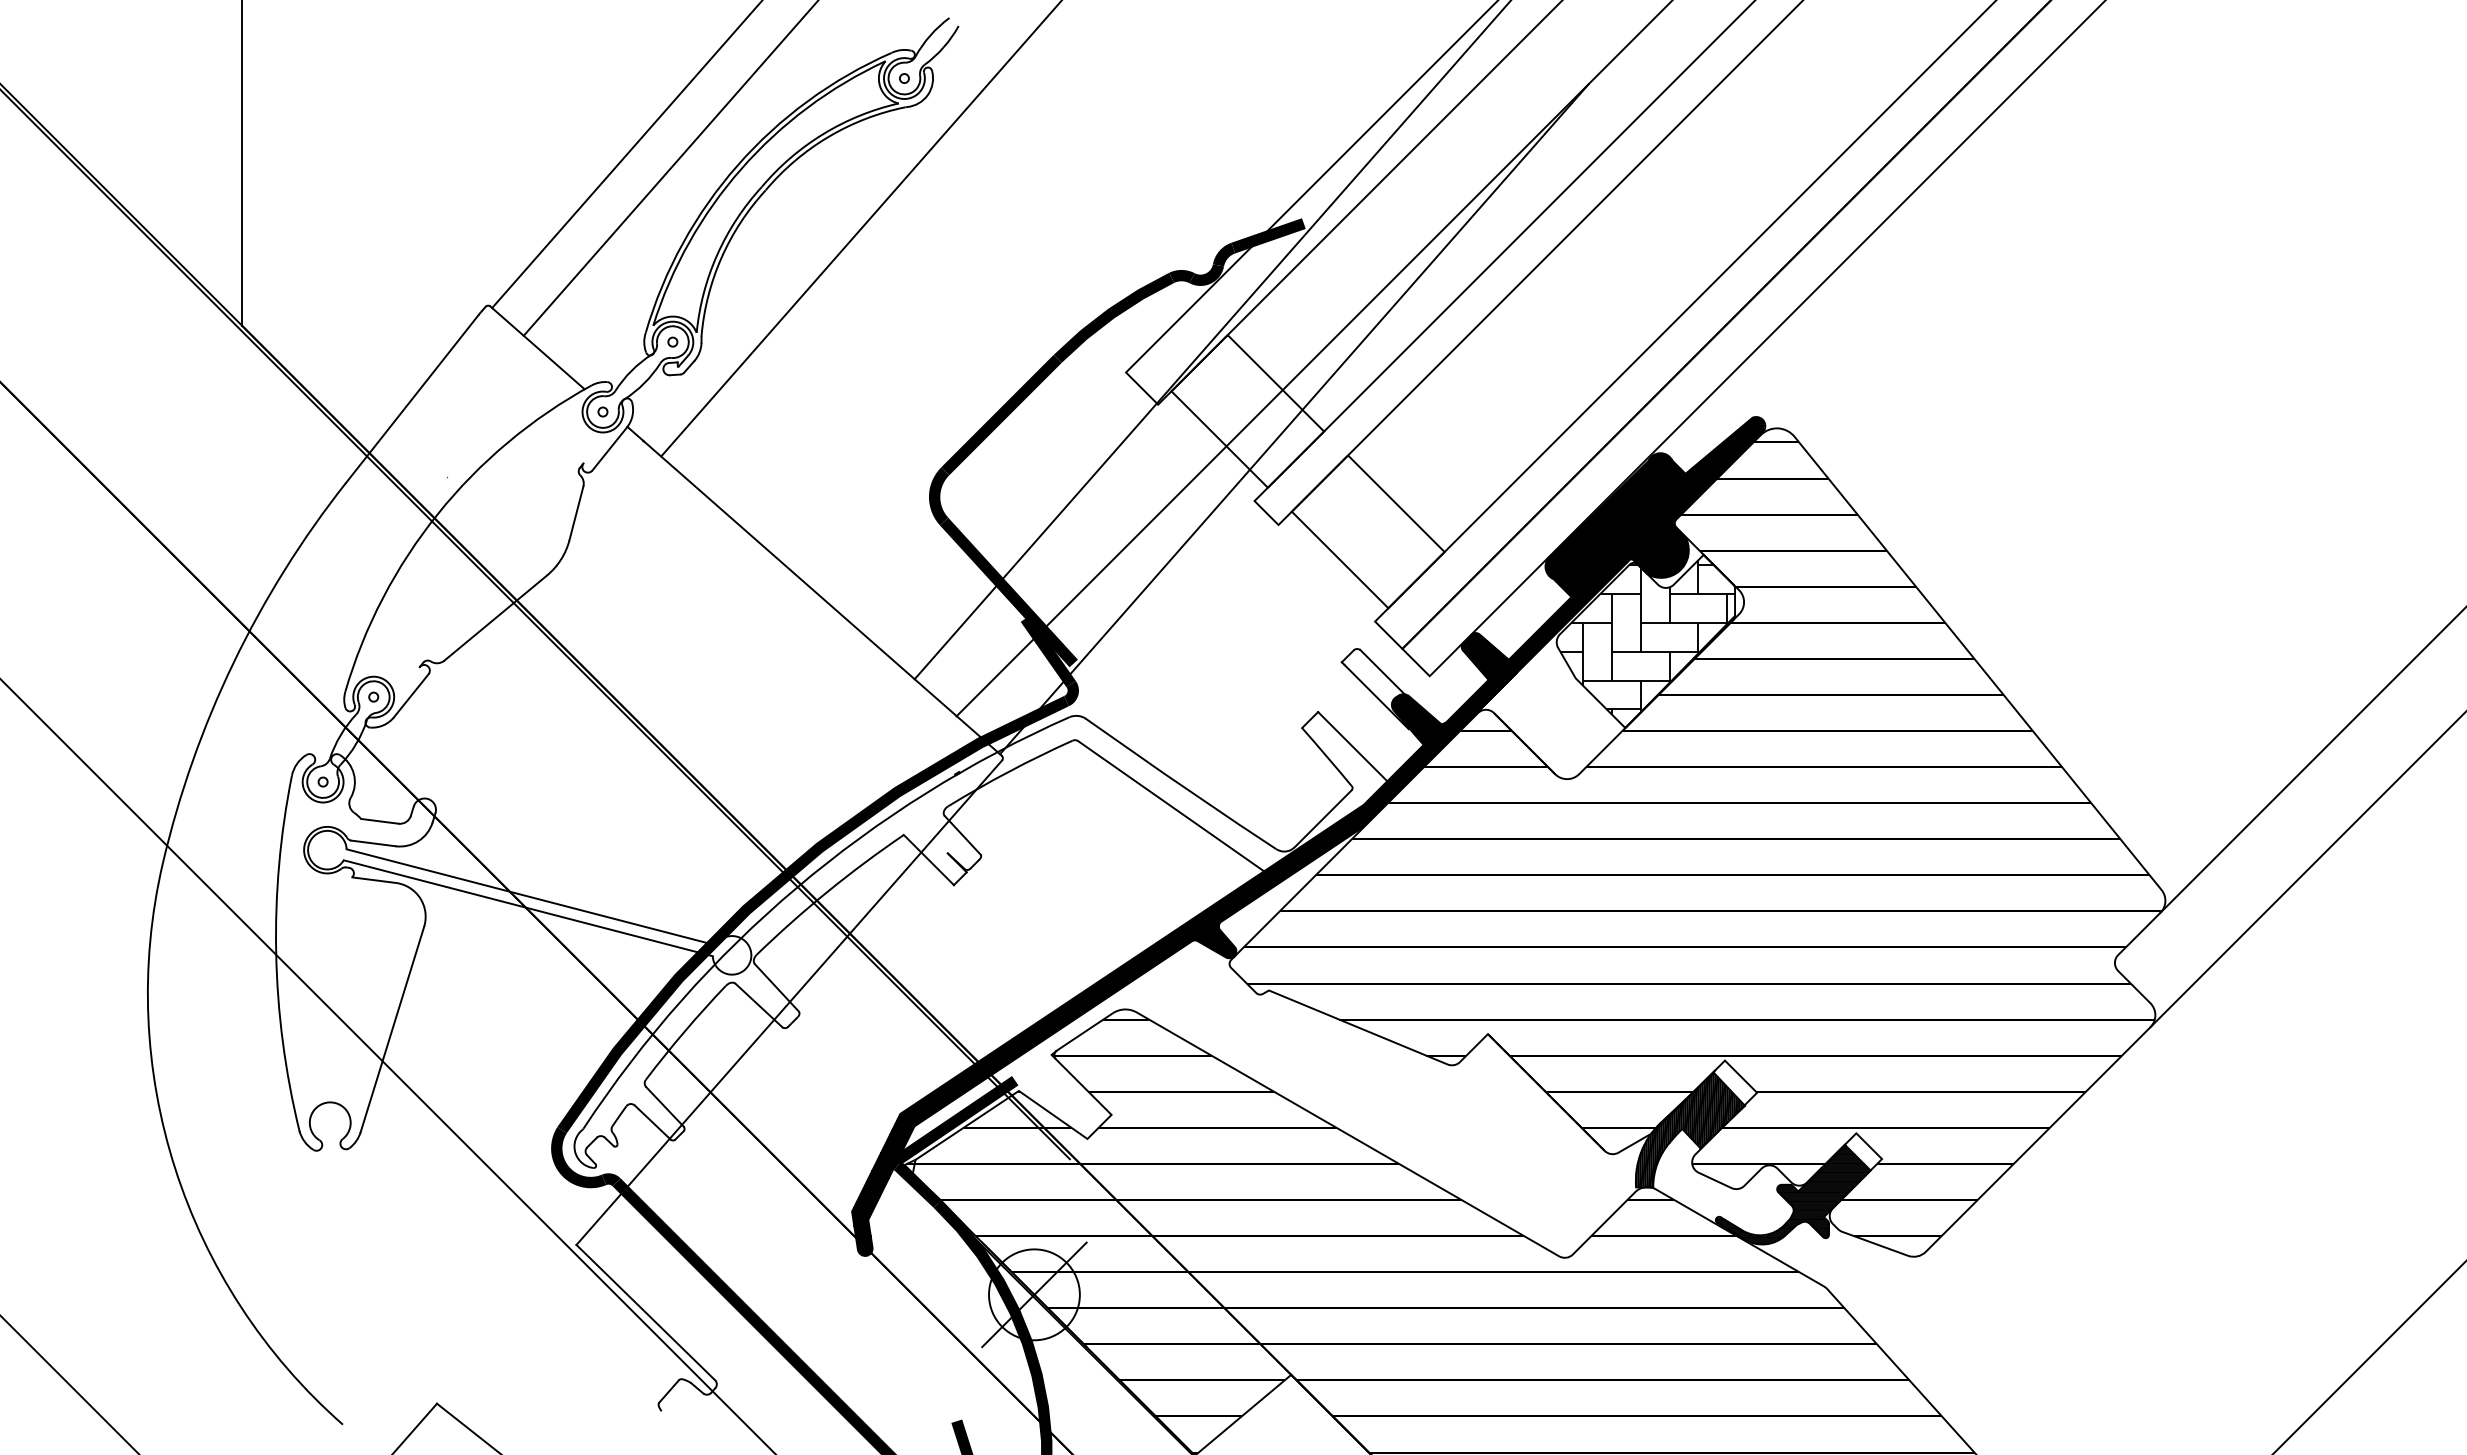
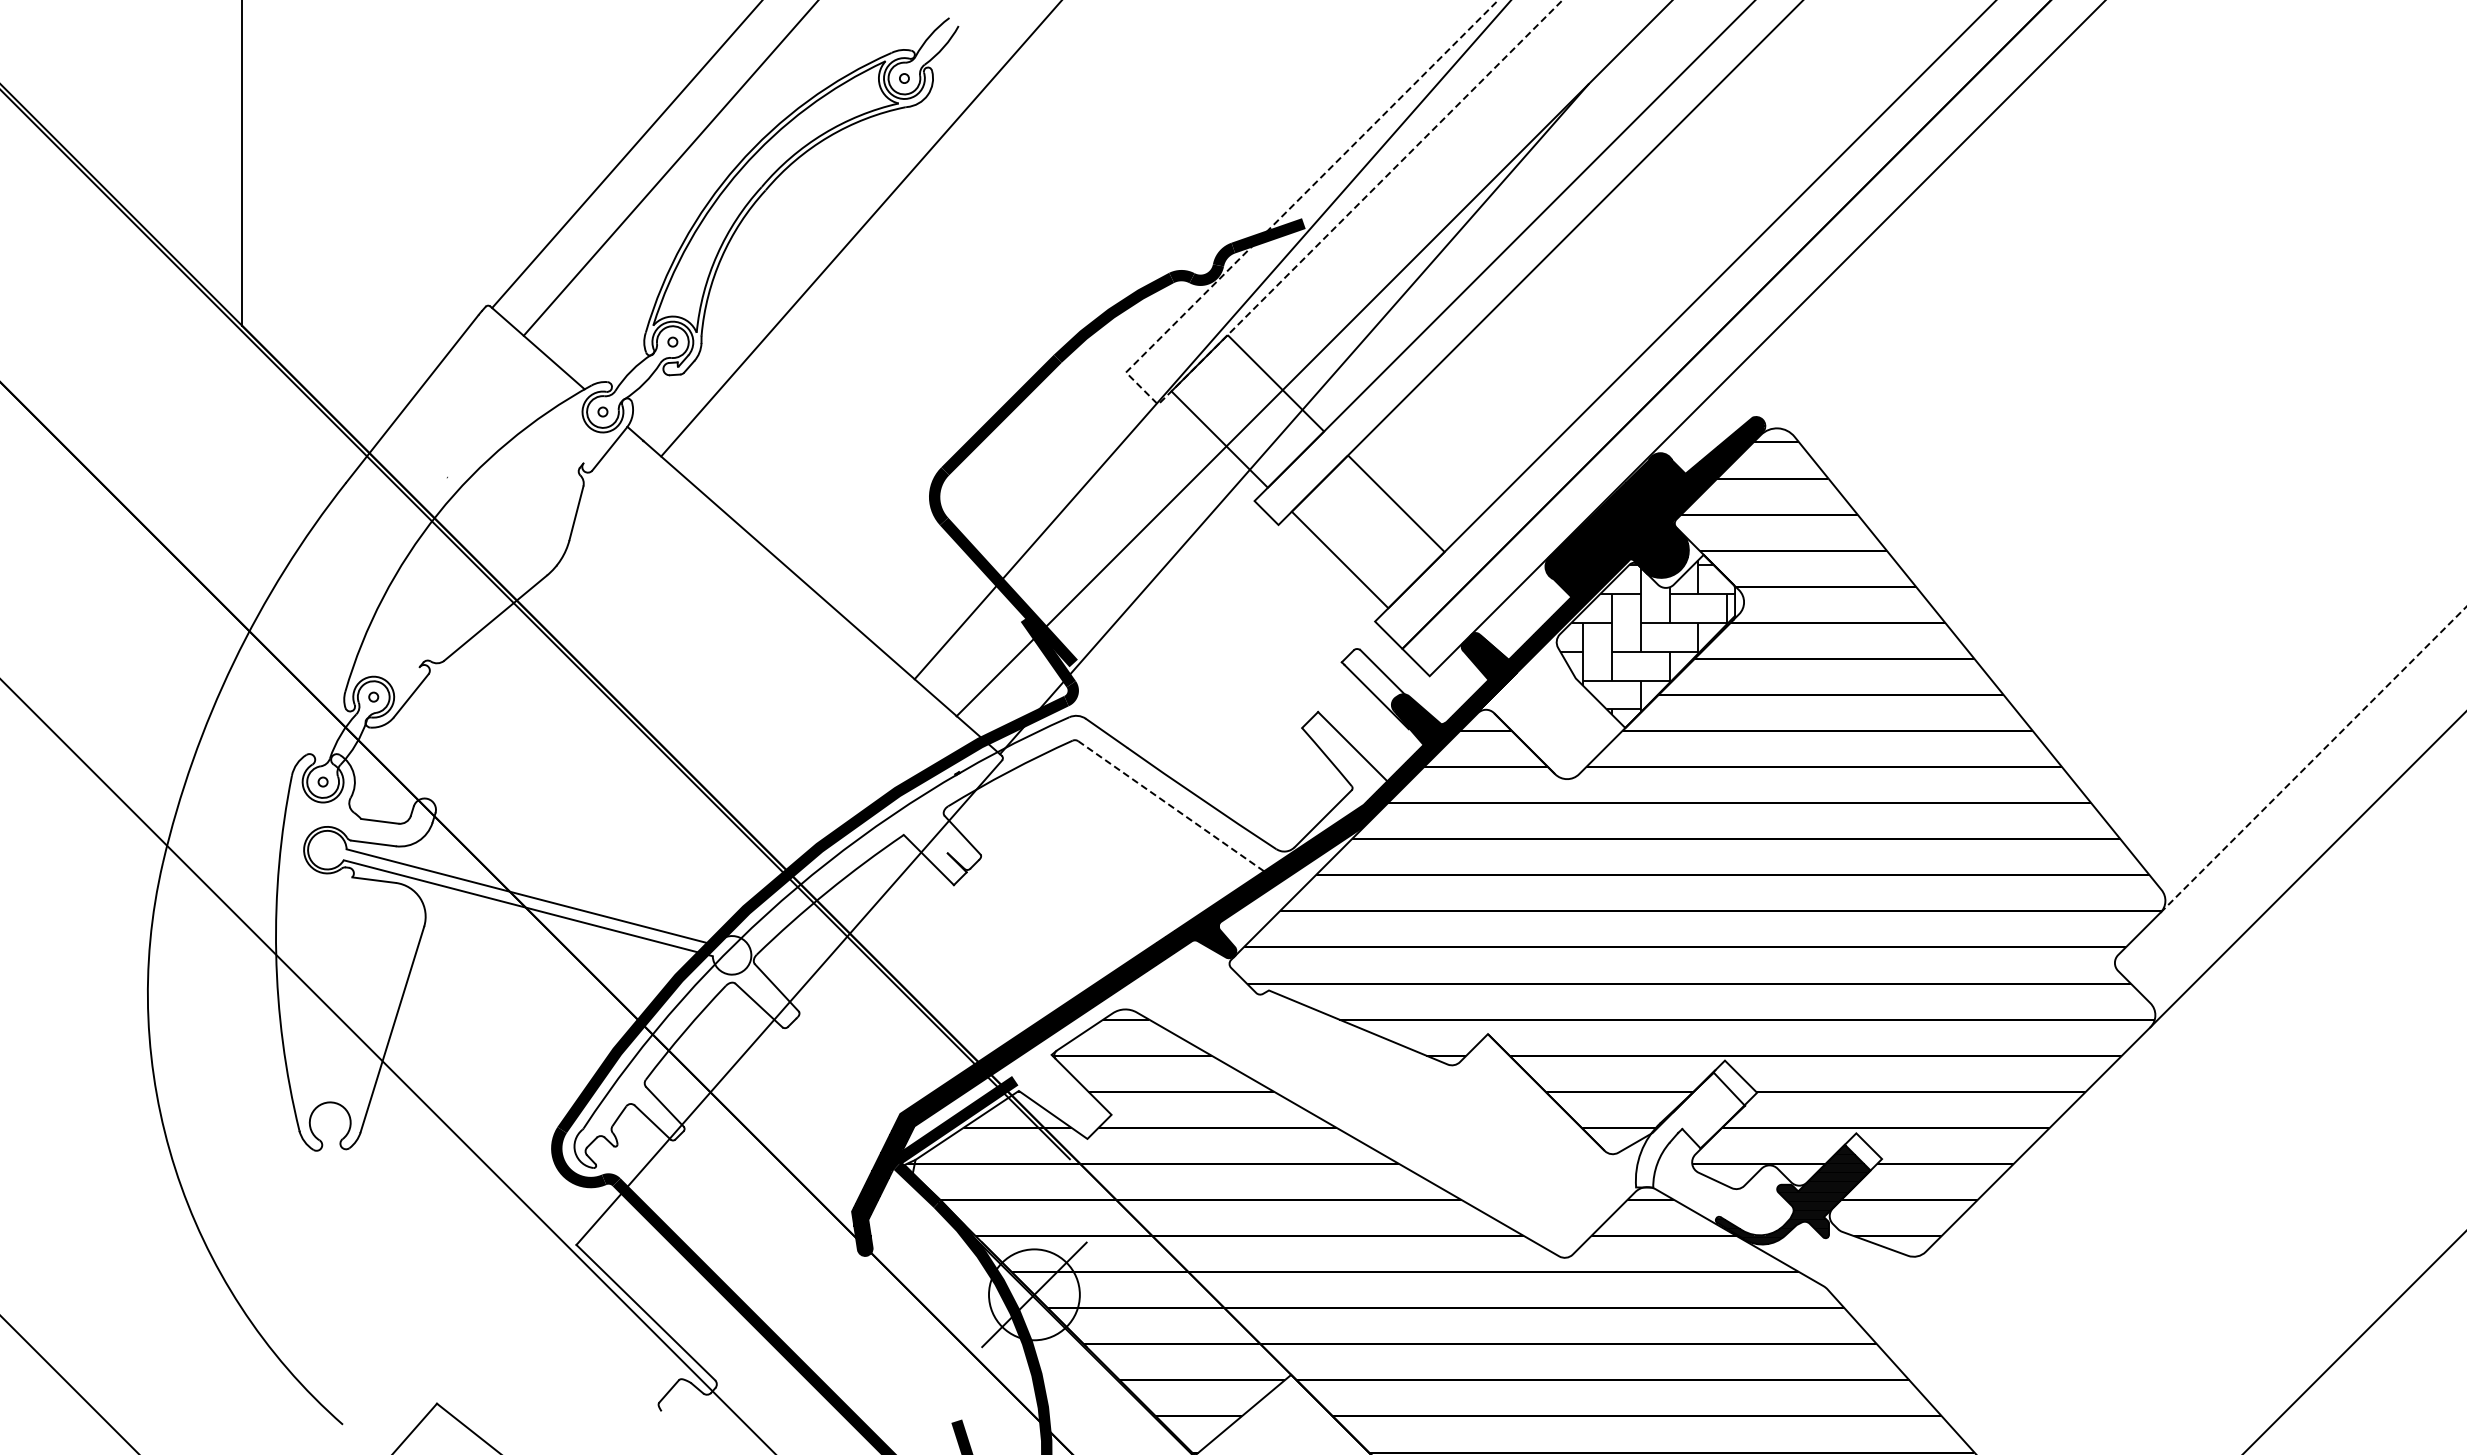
line at (1158, 404): solid -> dashed
line at (2313, 759): solid -> dashed
line at (1170, 805): solid -> dashed
hatch at (1689, 1129): present -> none
line at (2369, 1357) position: (2369, 1357) -> (2354, 1342)
